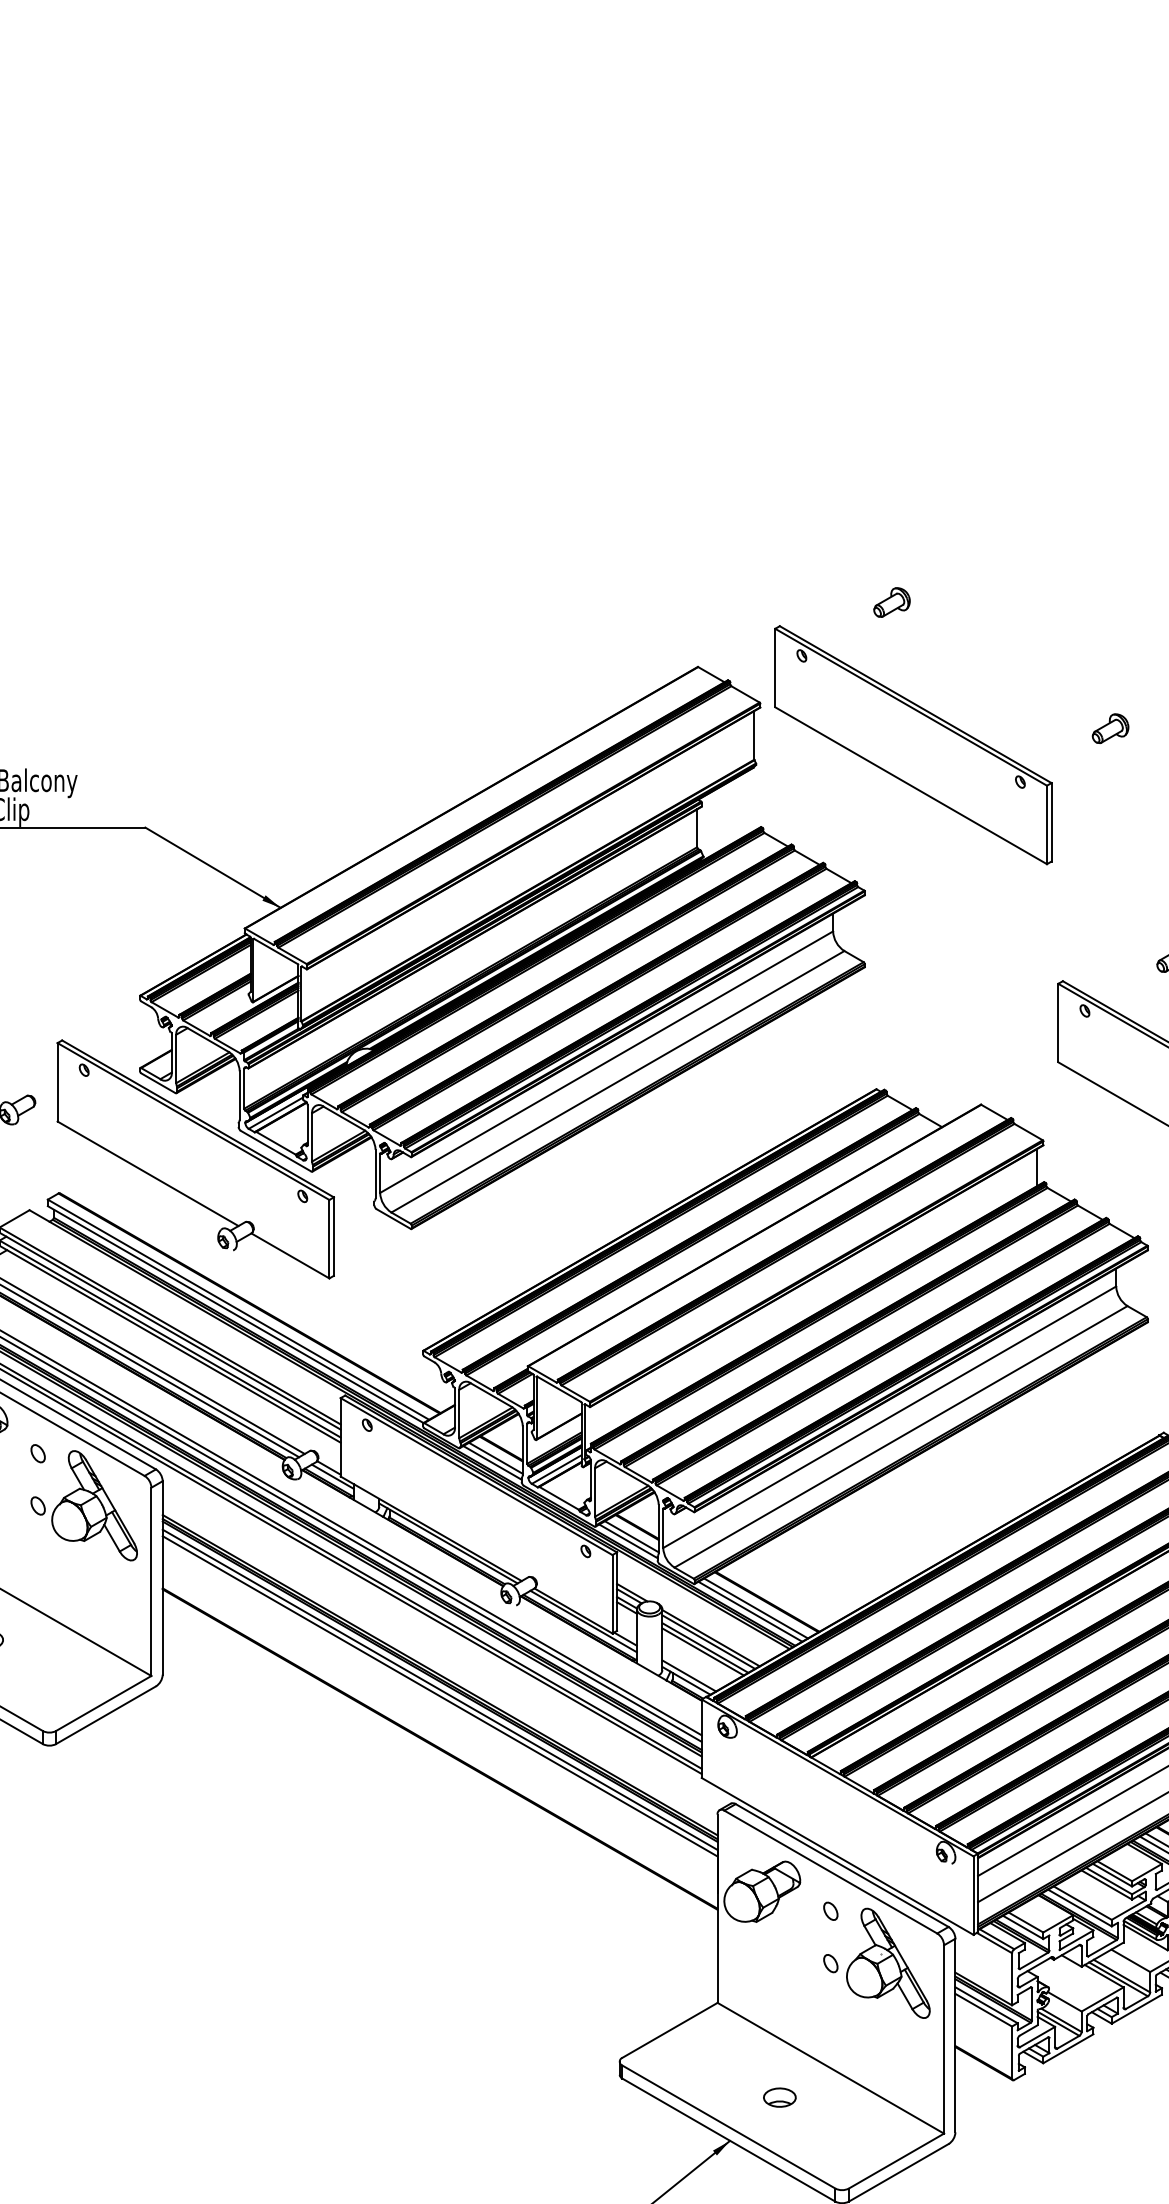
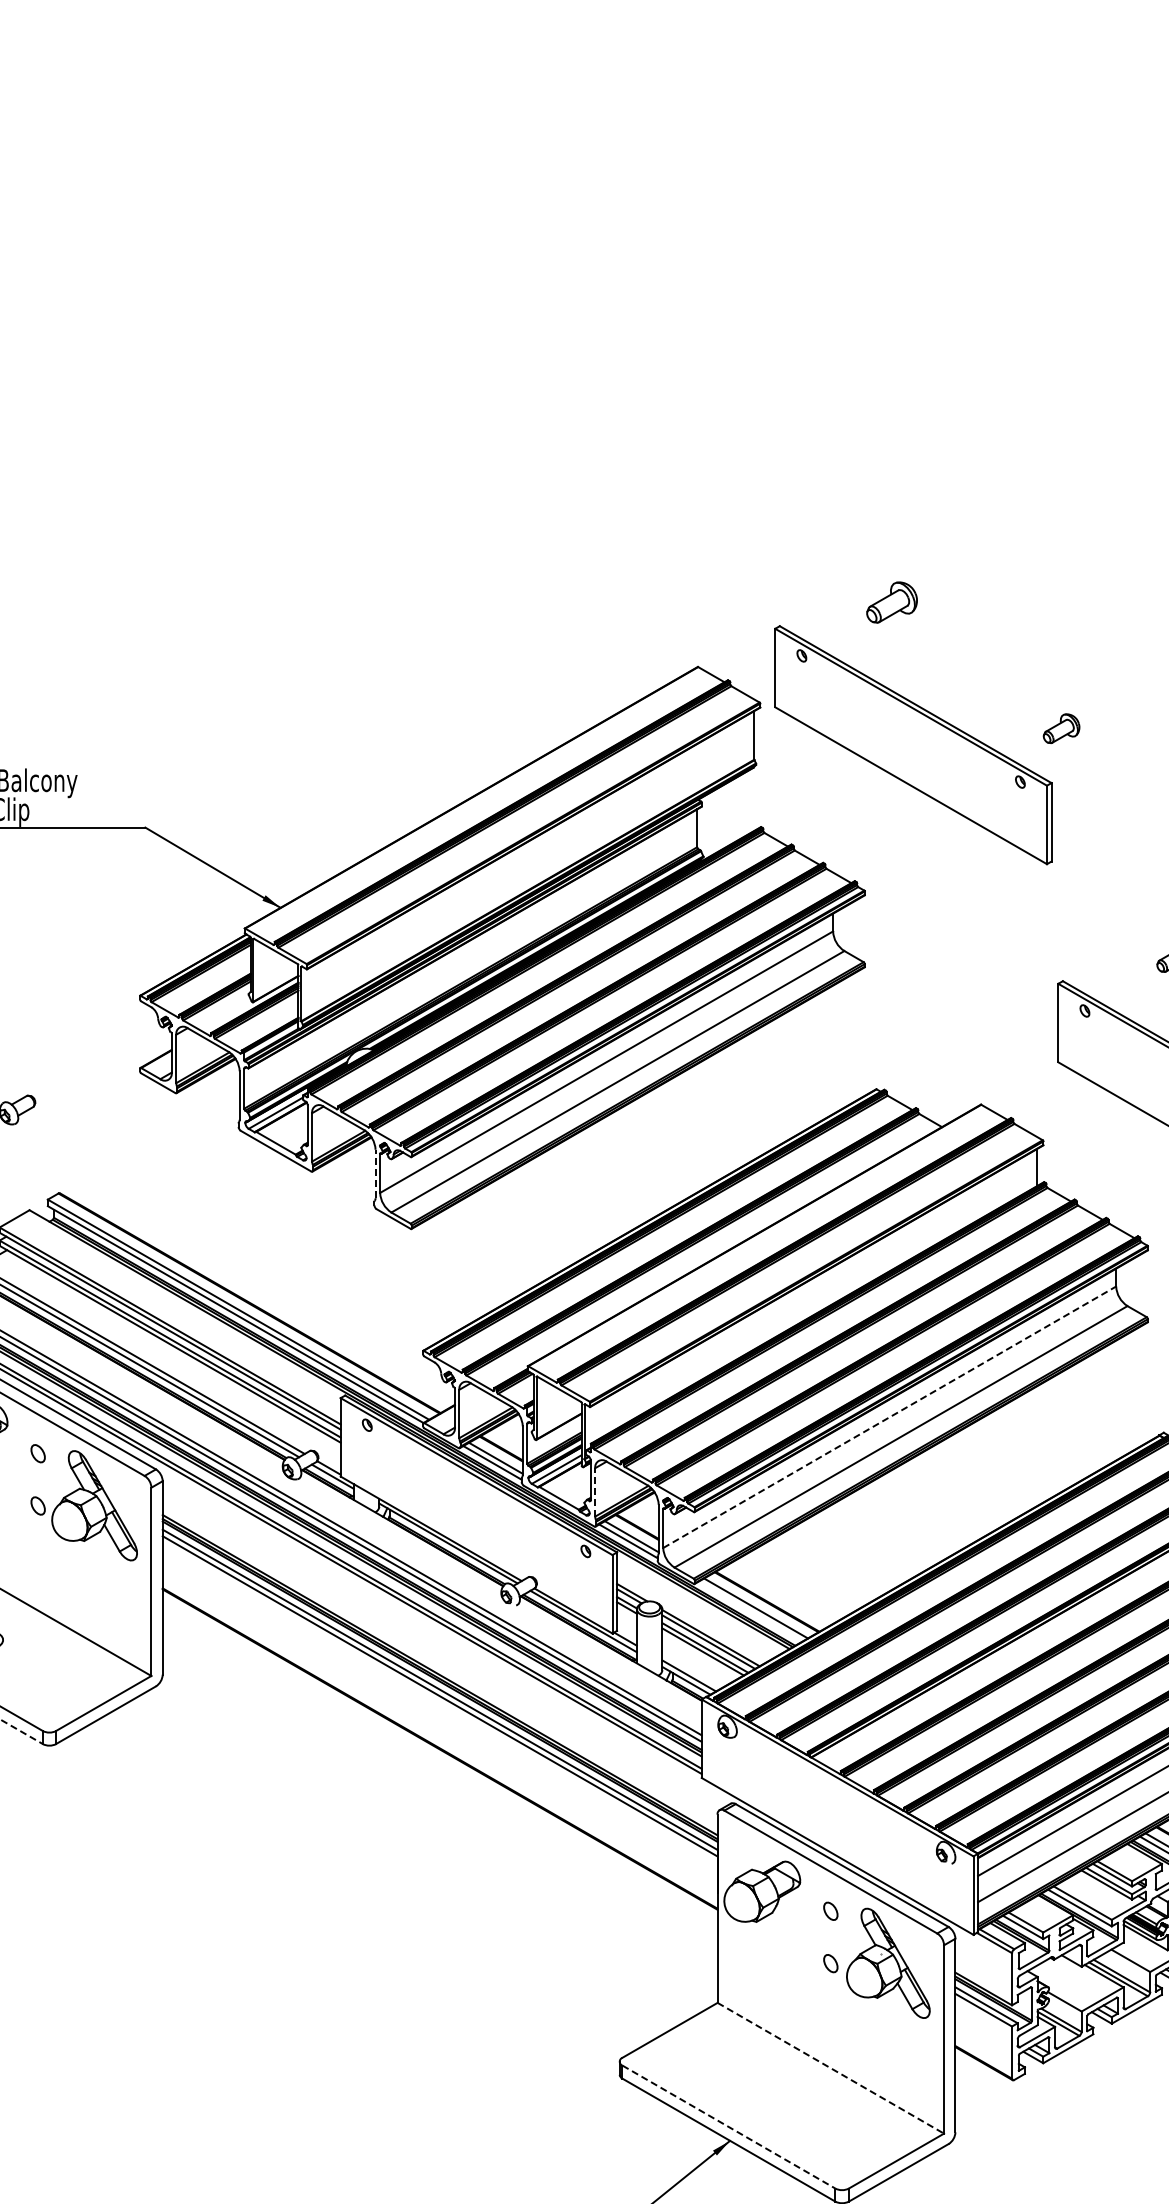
part at (891, 602) size: 38x31 px -> 52x43 px
part at (1110, 728) position: (1110, 728) -> (1061, 728)
part at (195, 1159): present -> none
line at (375, 1173): solid -> dashed
line at (889, 1417): solid -> dashed
line at (595, 1491): solid -> dashed
line at (750, 1611): present -> none
line at (21, 1731): solid -> dashed
line at (830, 2068): solid -> dashed
part at (779, 2097): present -> none
line at (728, 2127): solid -> dashed
